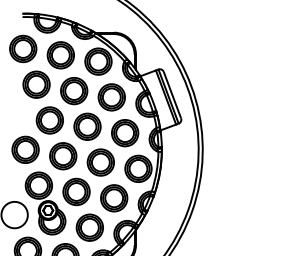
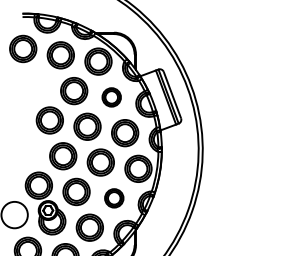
part at (36, 84): present -> none
part at (111, 97) size: 29x29 px -> 21x21 px
part at (25, 149): present -> none
part at (114, 198) size: 29x29 px -> 21x21 px
